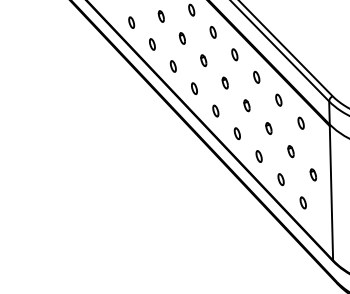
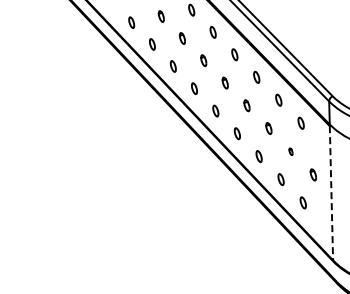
part at (290, 151) size: 8x14 px -> 6x9 px
line at (331, 193): solid -> dashed
